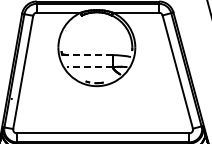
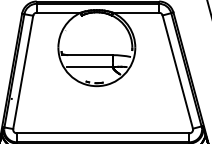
line at (87, 55): dashed -> solid
line at (89, 67): dashed -> solid
